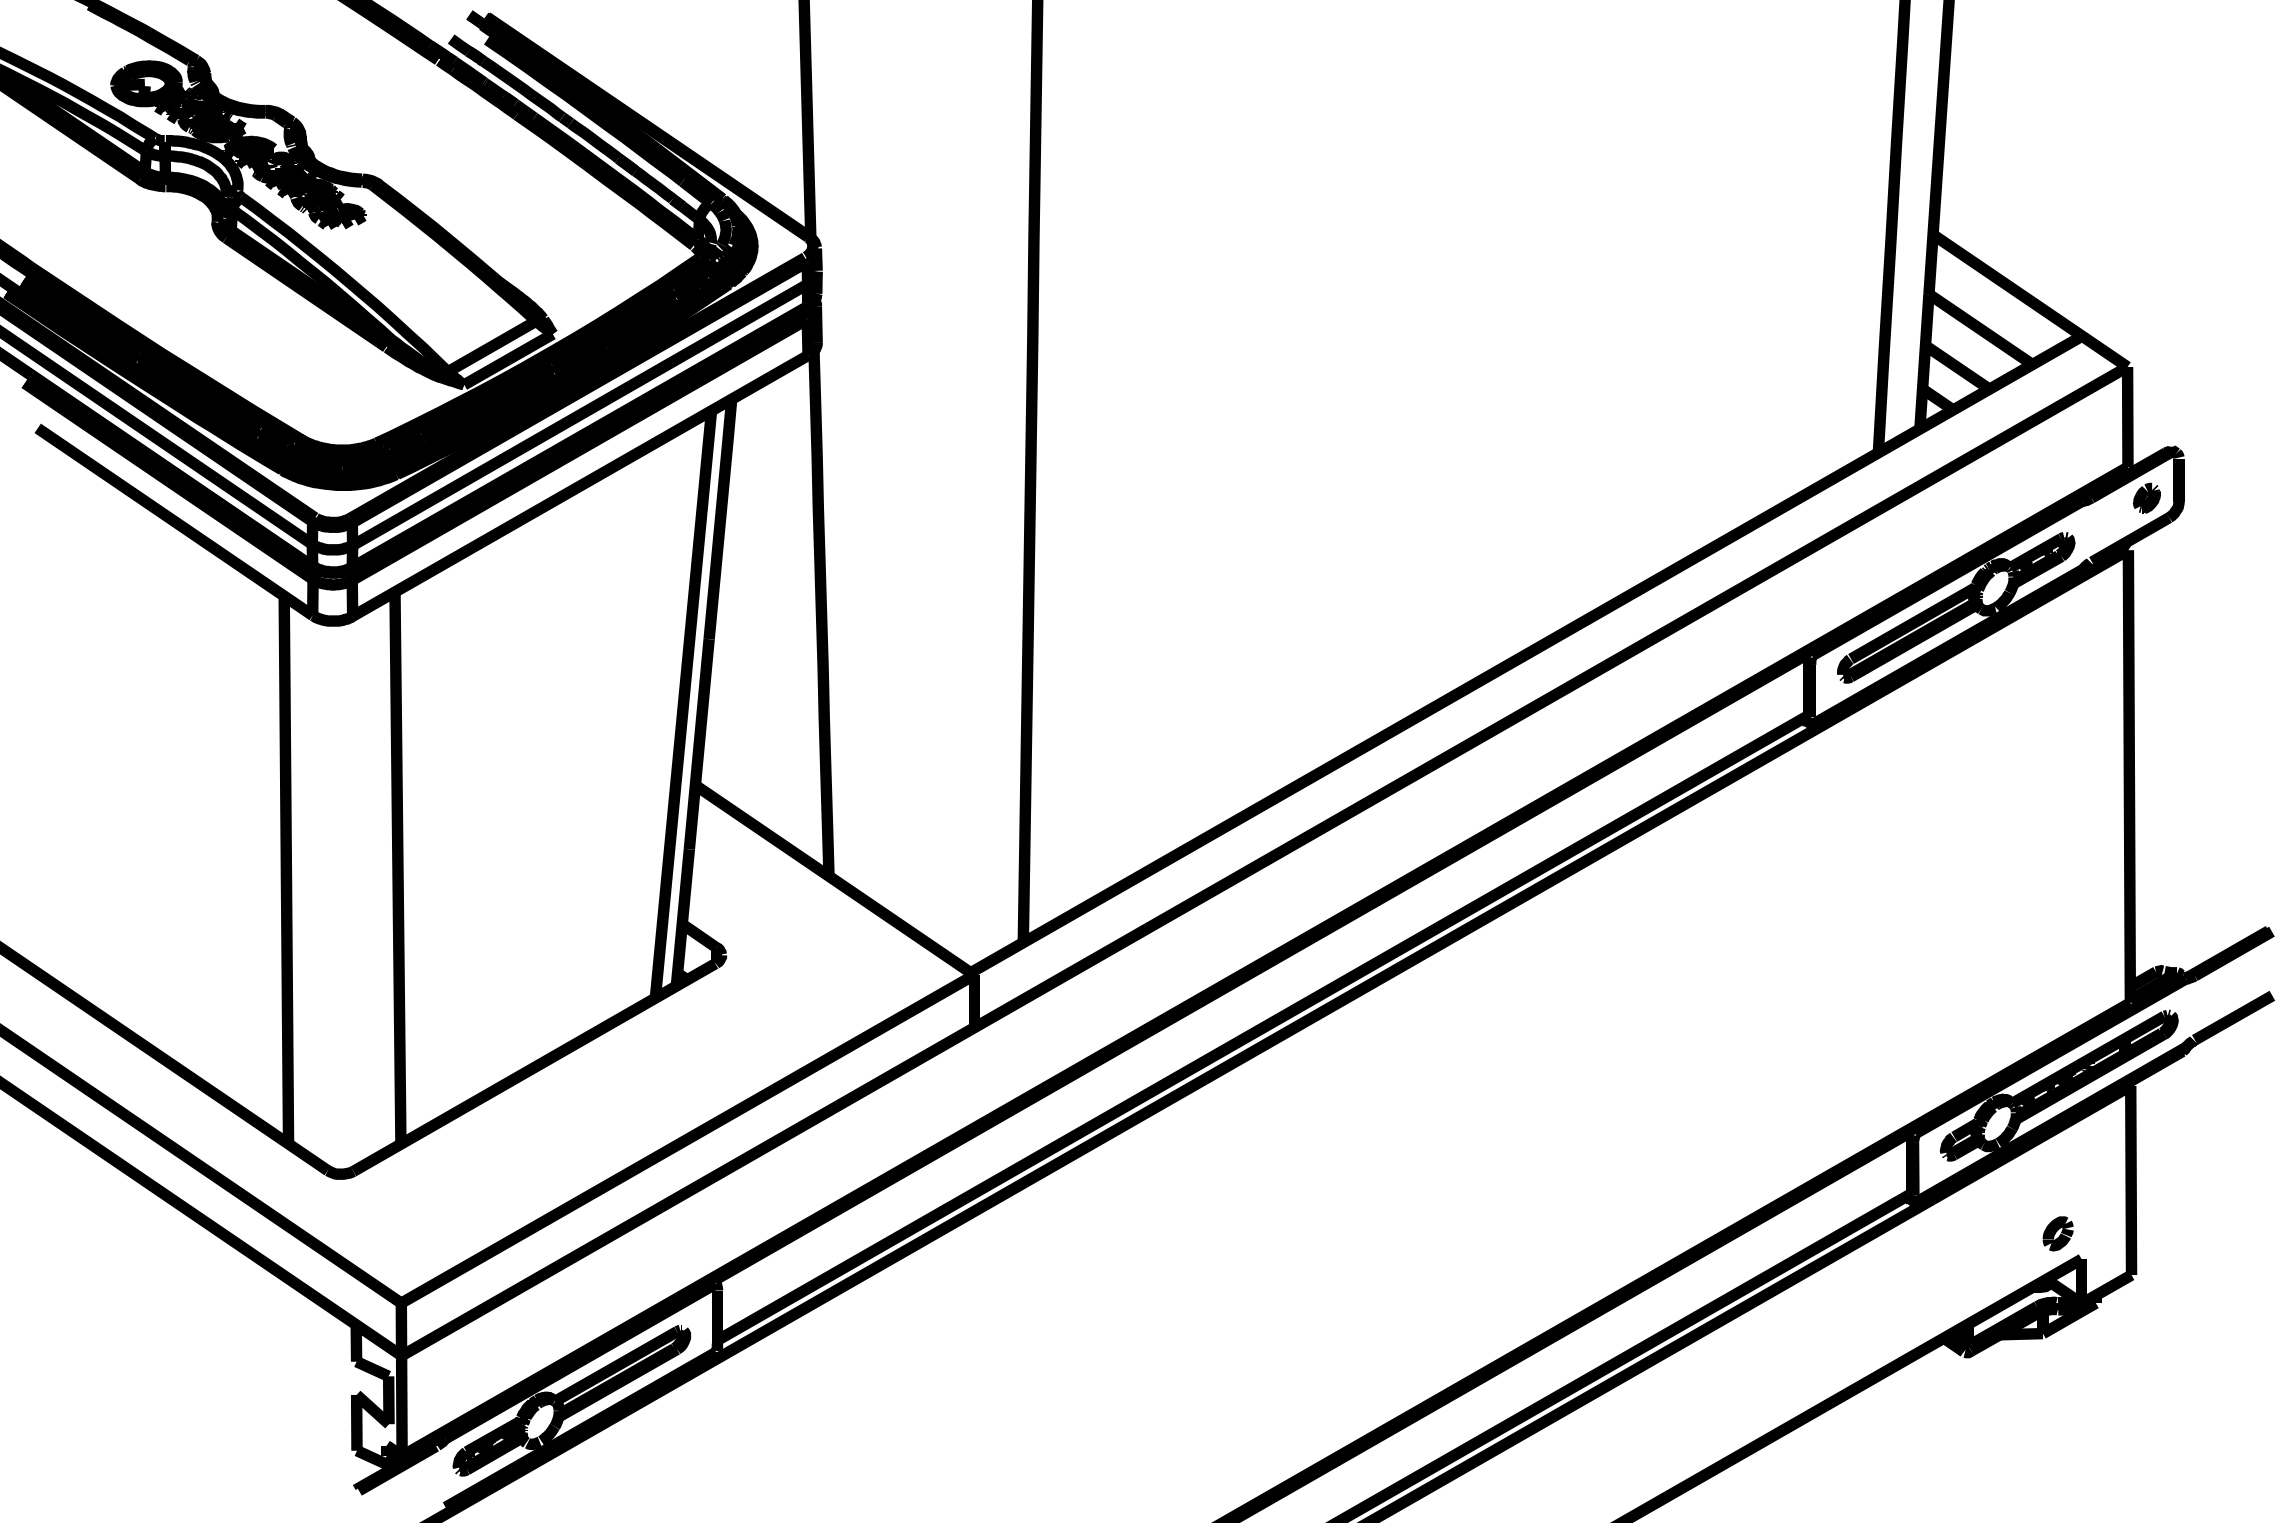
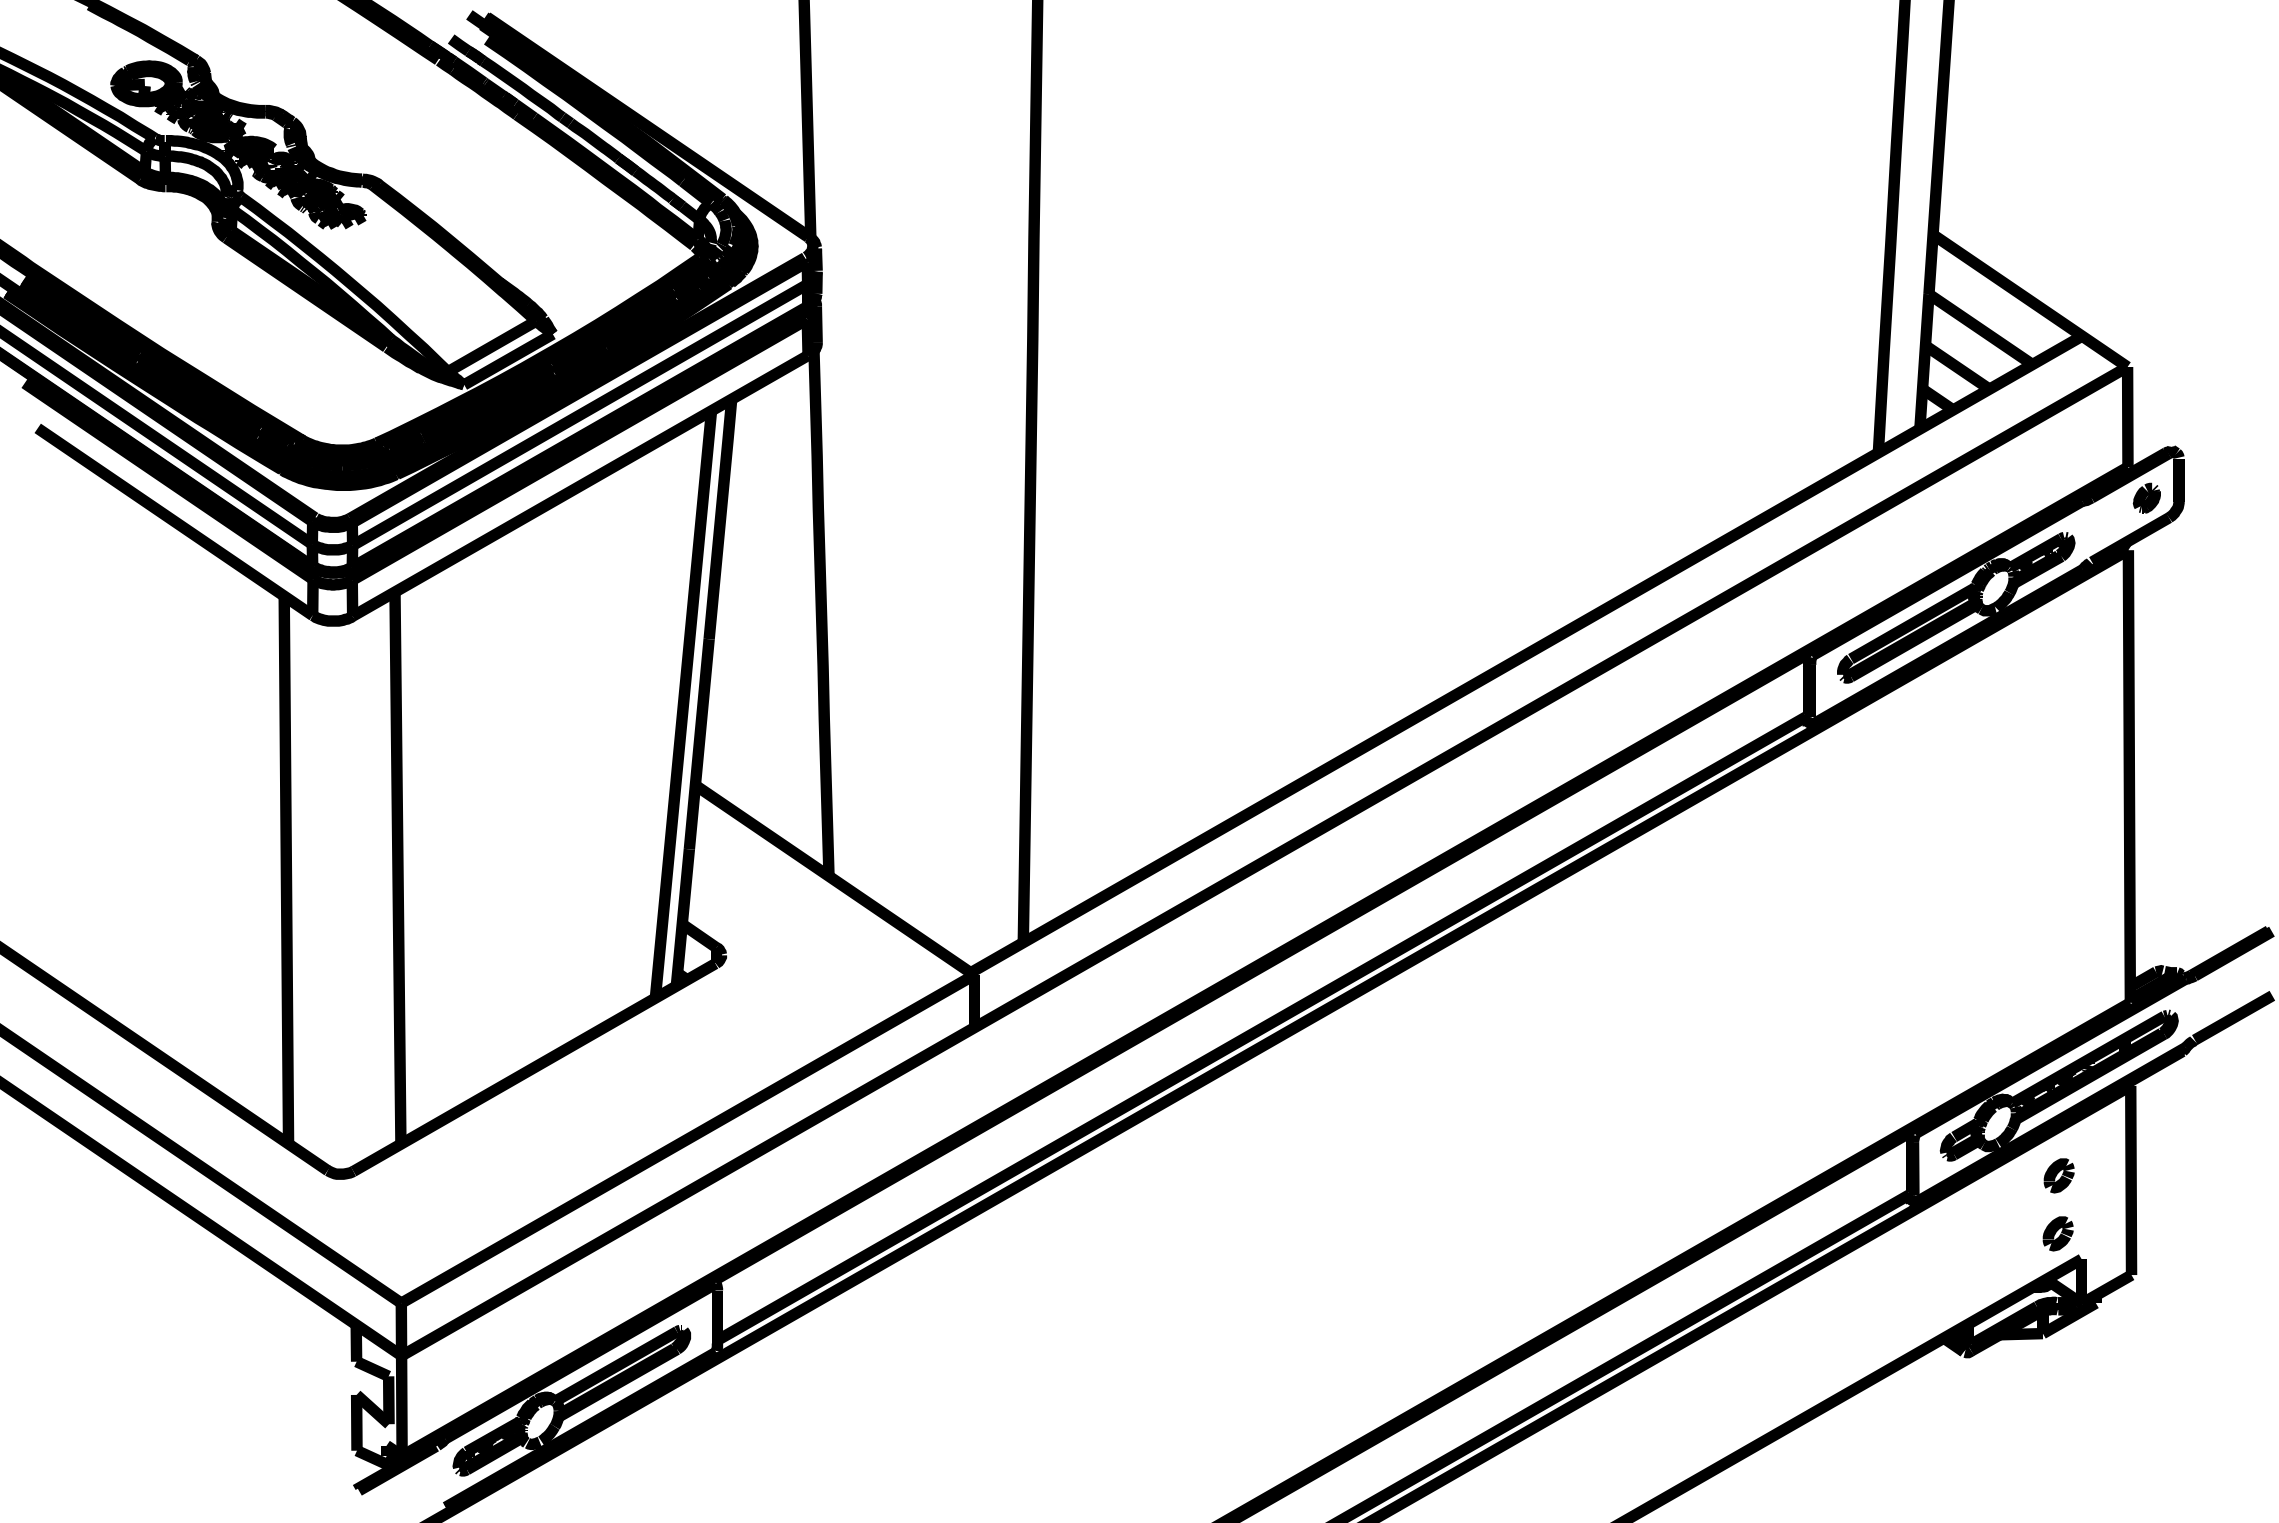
part at (2058, 1175): none -> present
